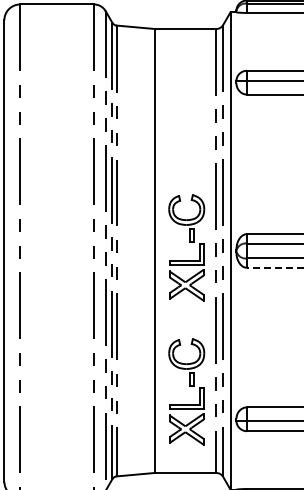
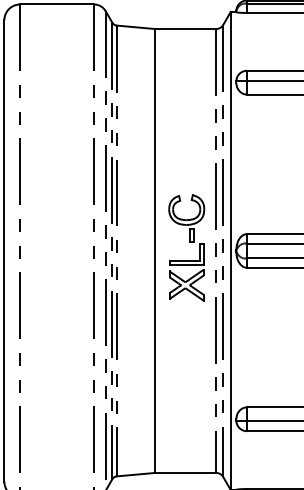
line at (274, 267): dashed -> solid
part at (186, 391): present -> none
